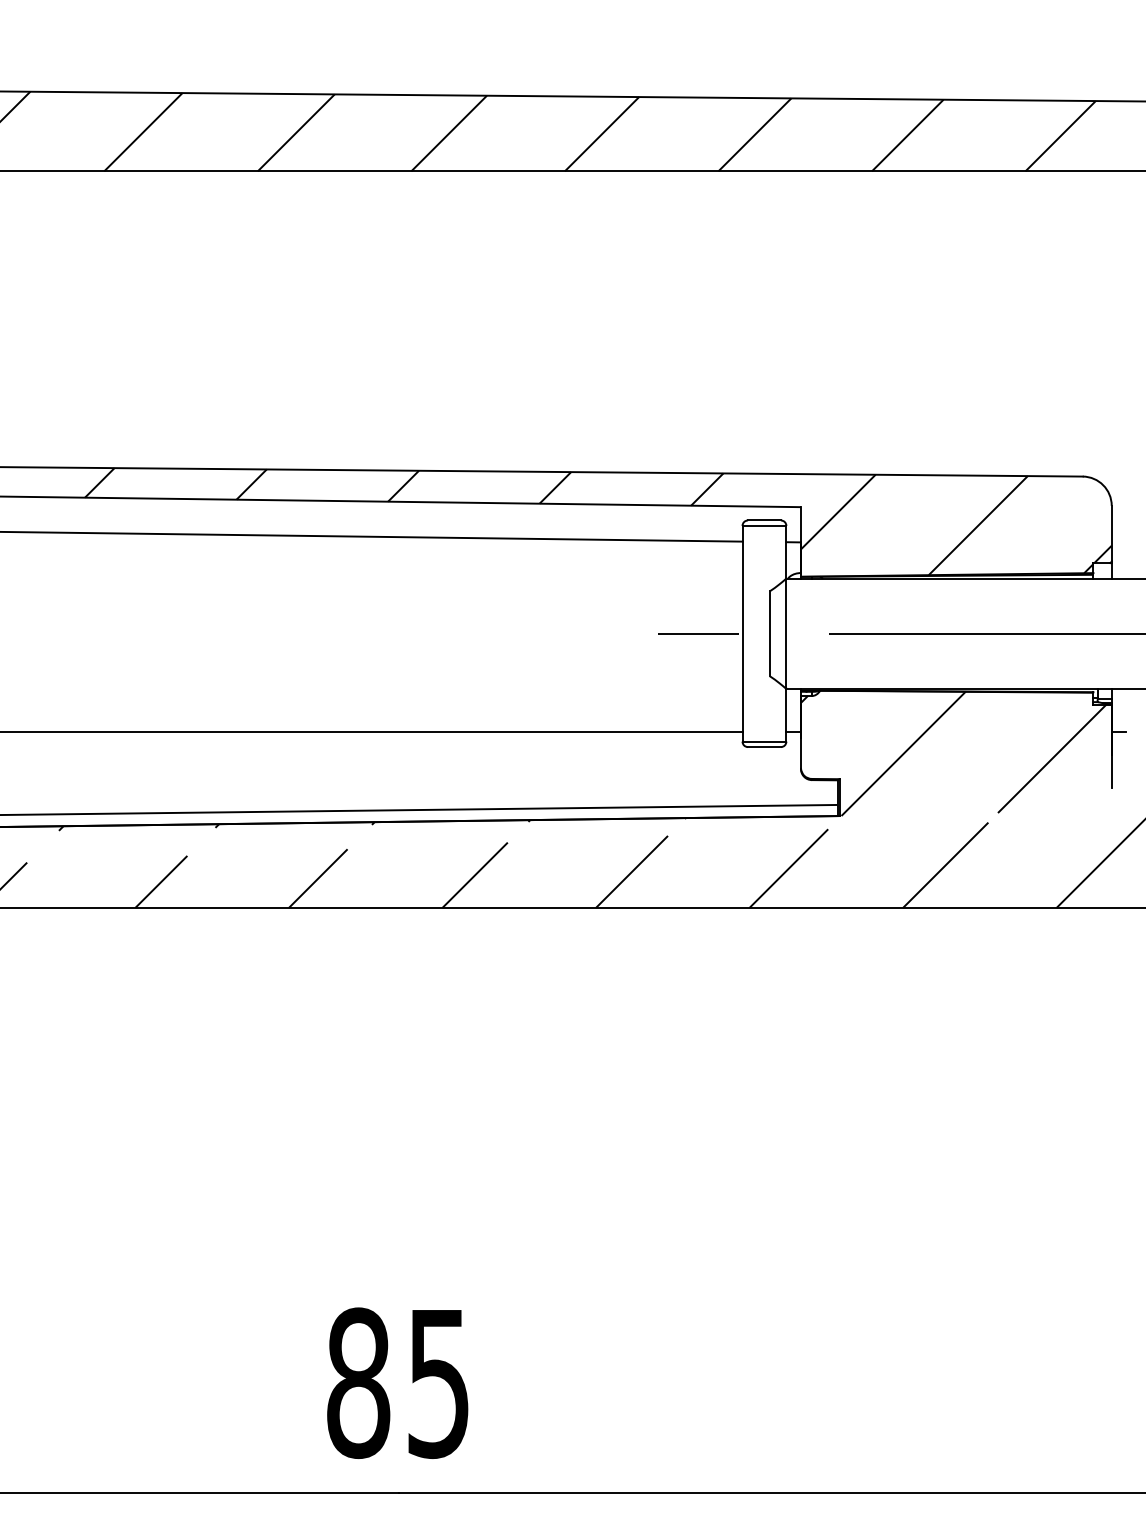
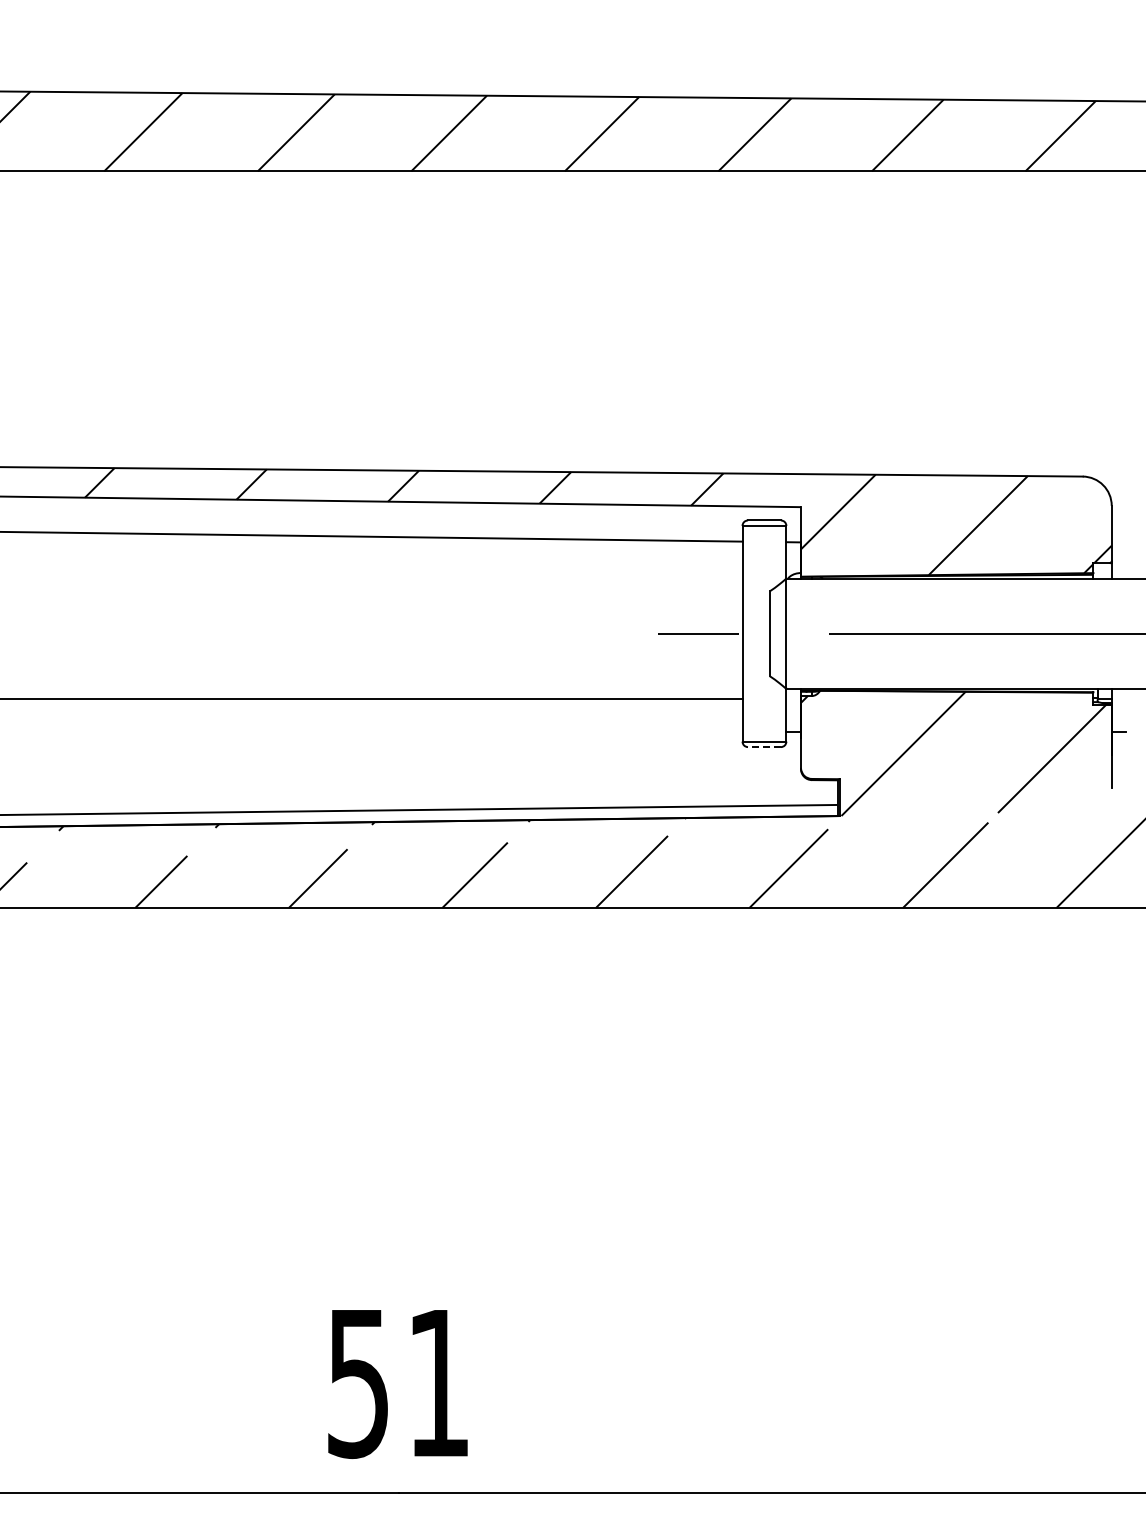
line at (372, 732) position: (372, 732) -> (372, 699)
line at (763, 747): solid -> dashed
text at (397, 1383): 85 -> 51
